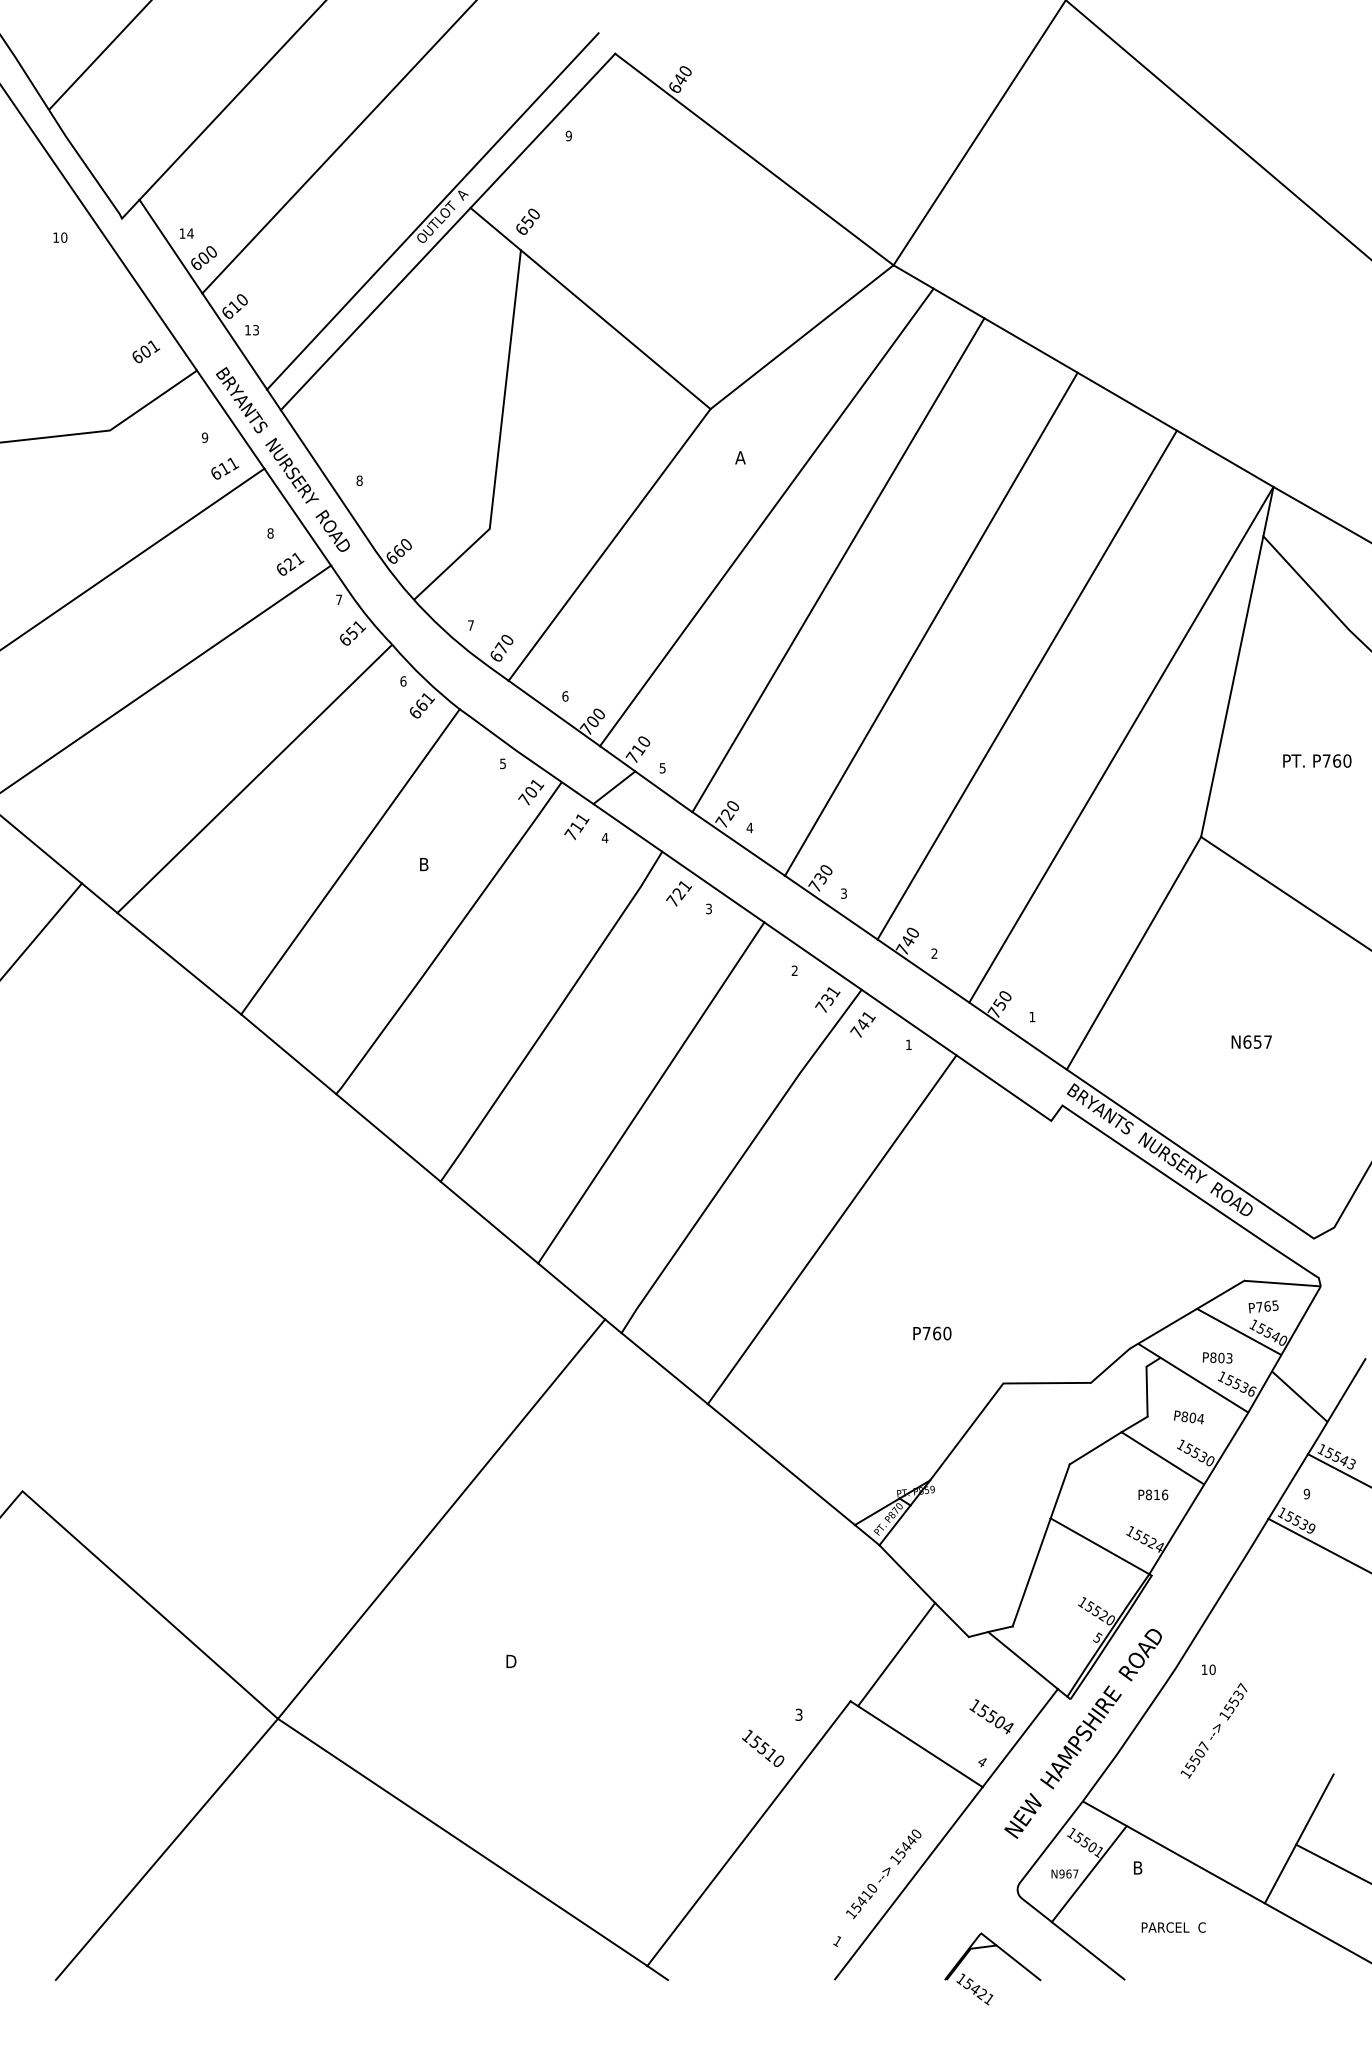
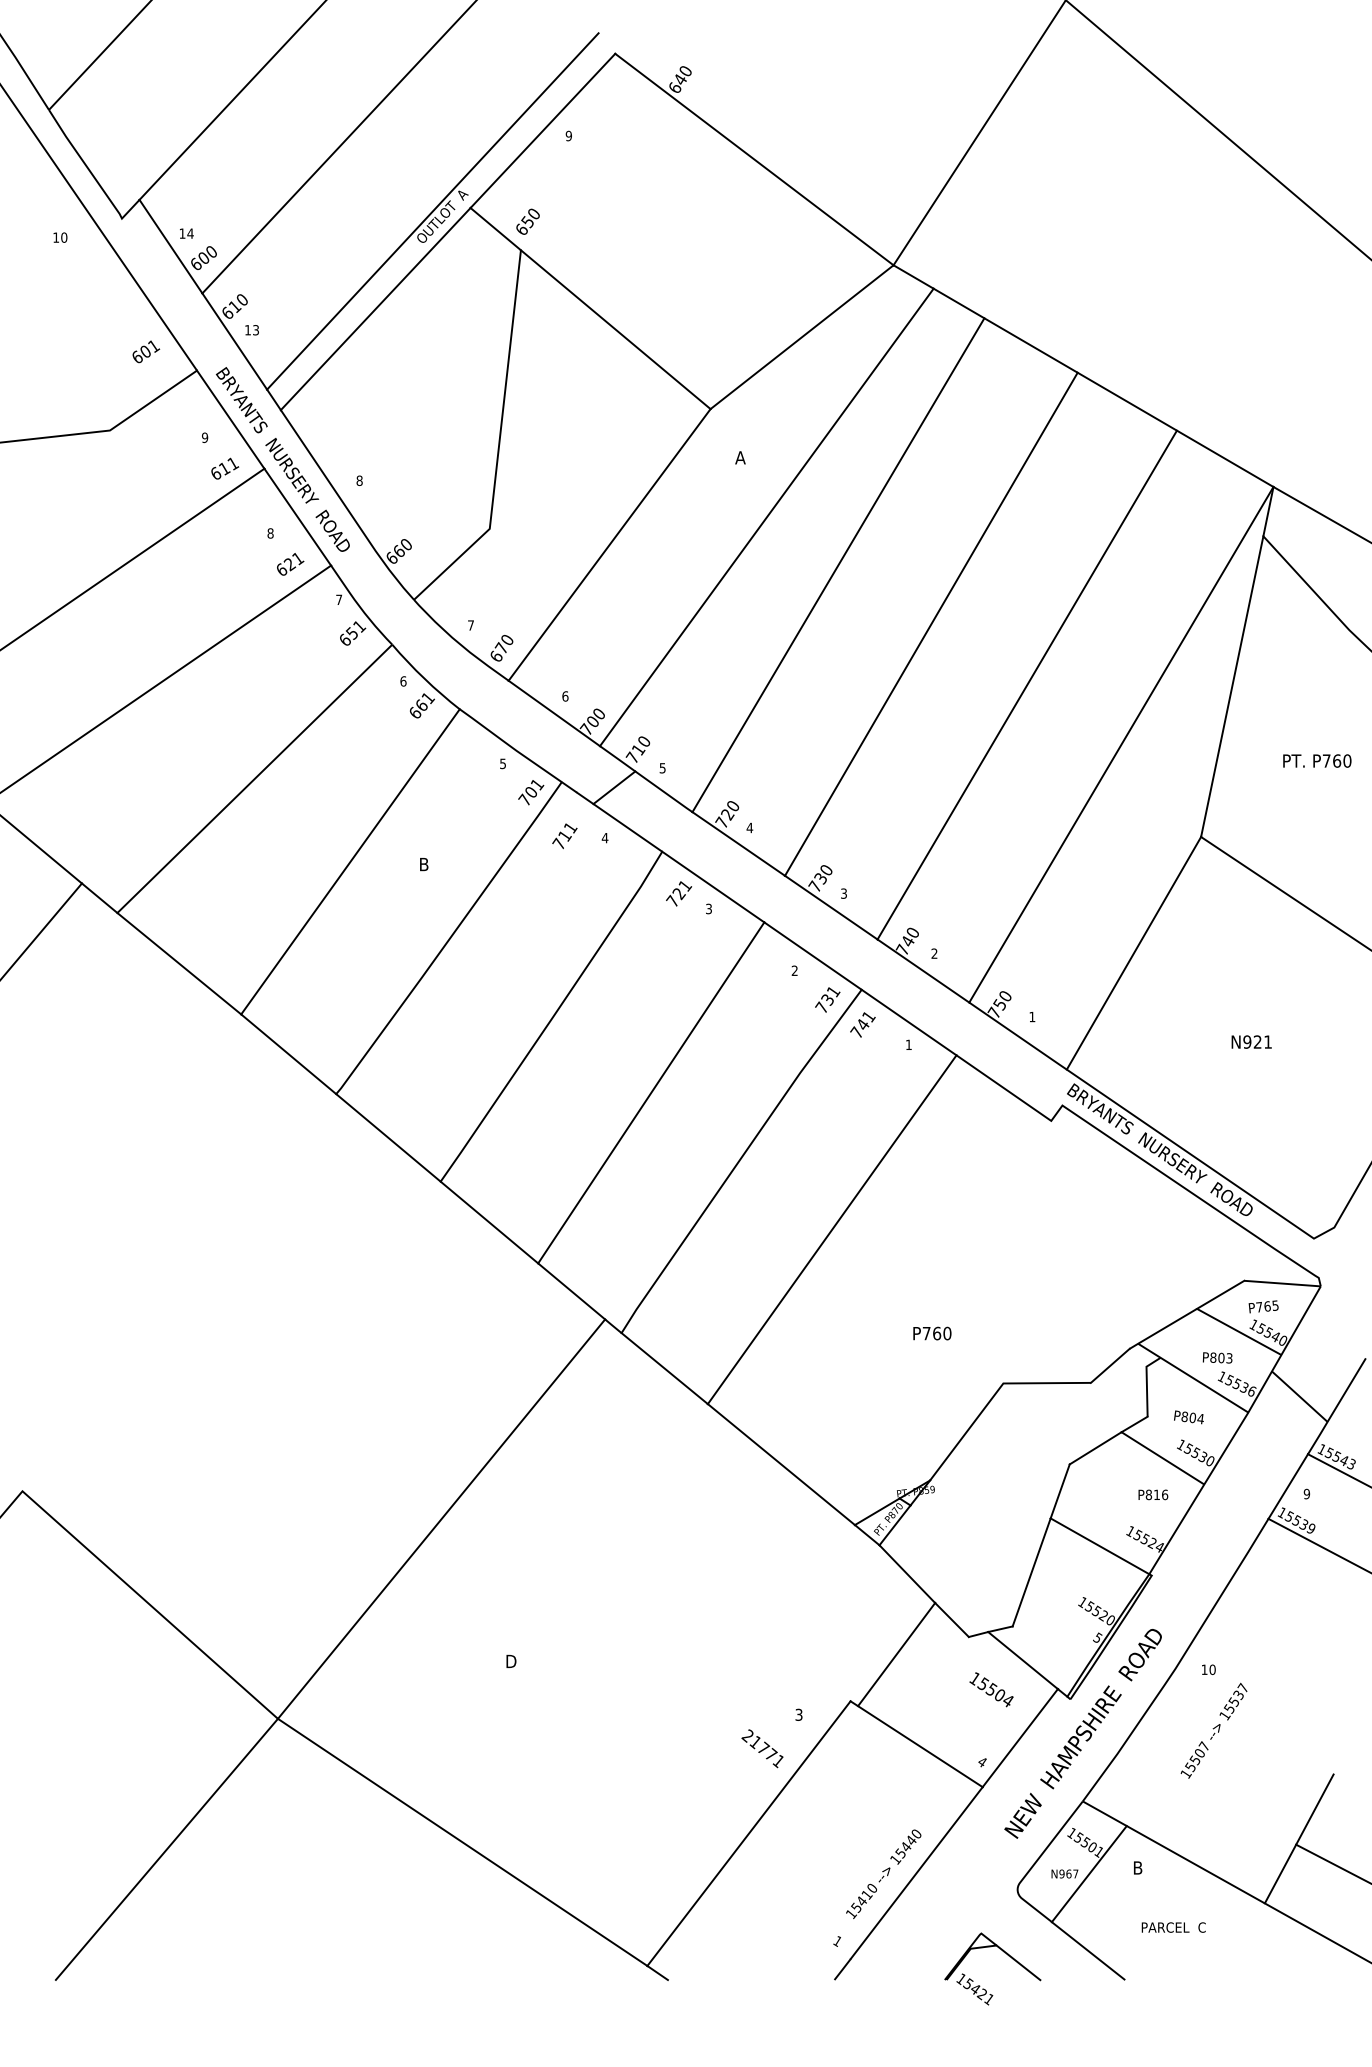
text at (576, 827) position: (576, 827) -> (564, 836)
text at (1257, 1041): N657 -> N921
text at (991, 1716) position: (991, 1716) -> (991, 1689)
text at (762, 1748): 15510 -> 21771
